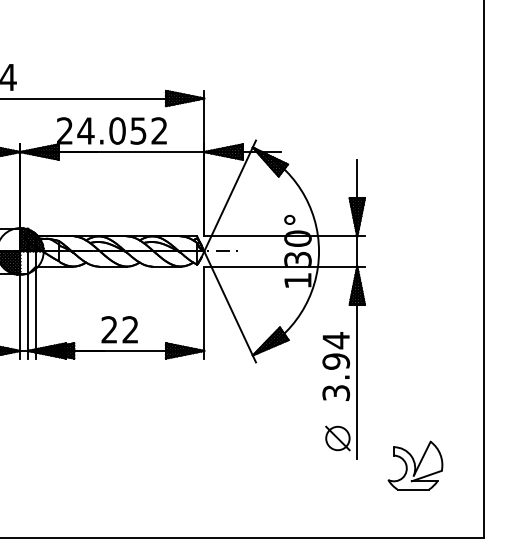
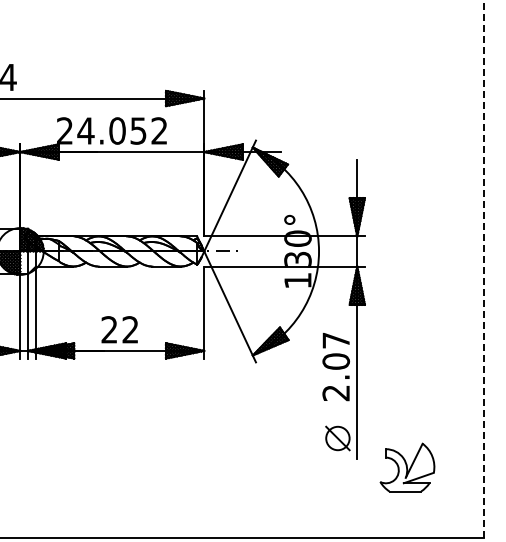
line at (483, 268): solid -> dashed
text at (336, 366): 3.94 -> 2.07
part at (415, 465) position: (415, 465) -> (407, 467)
